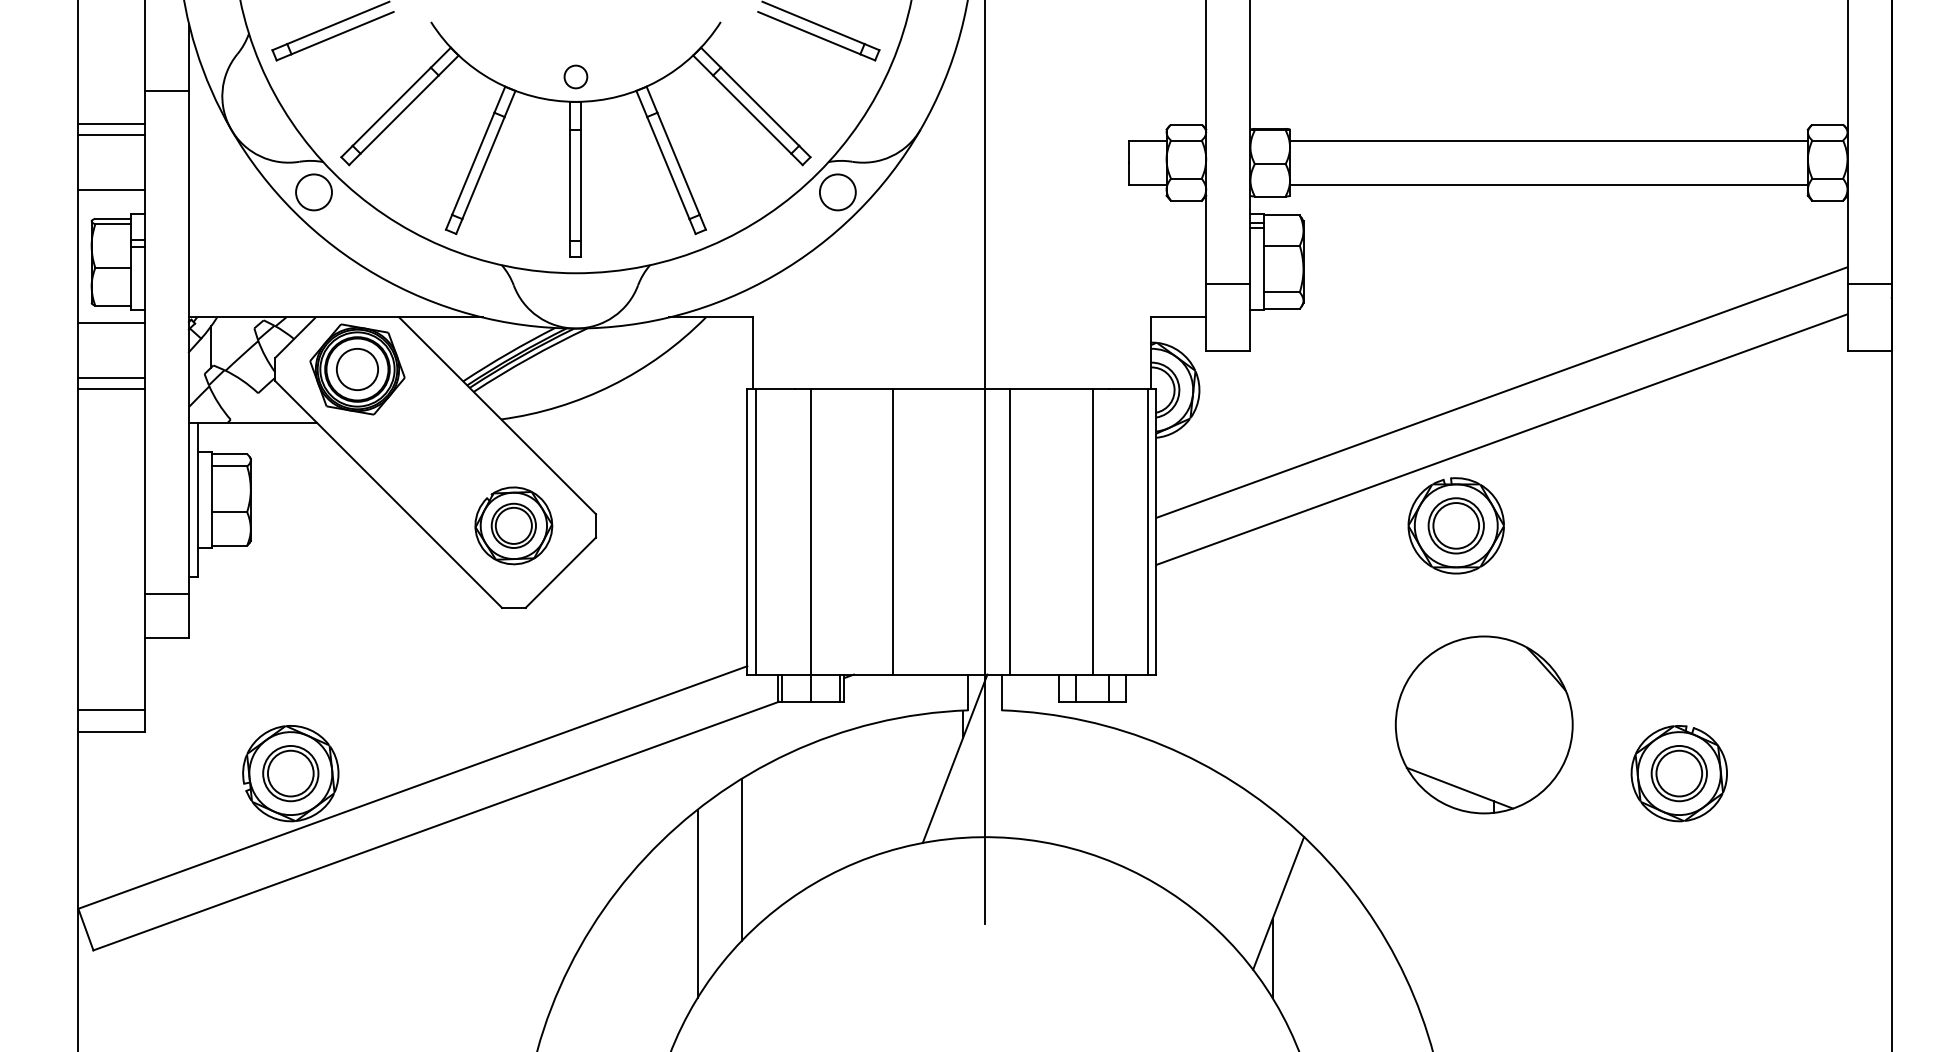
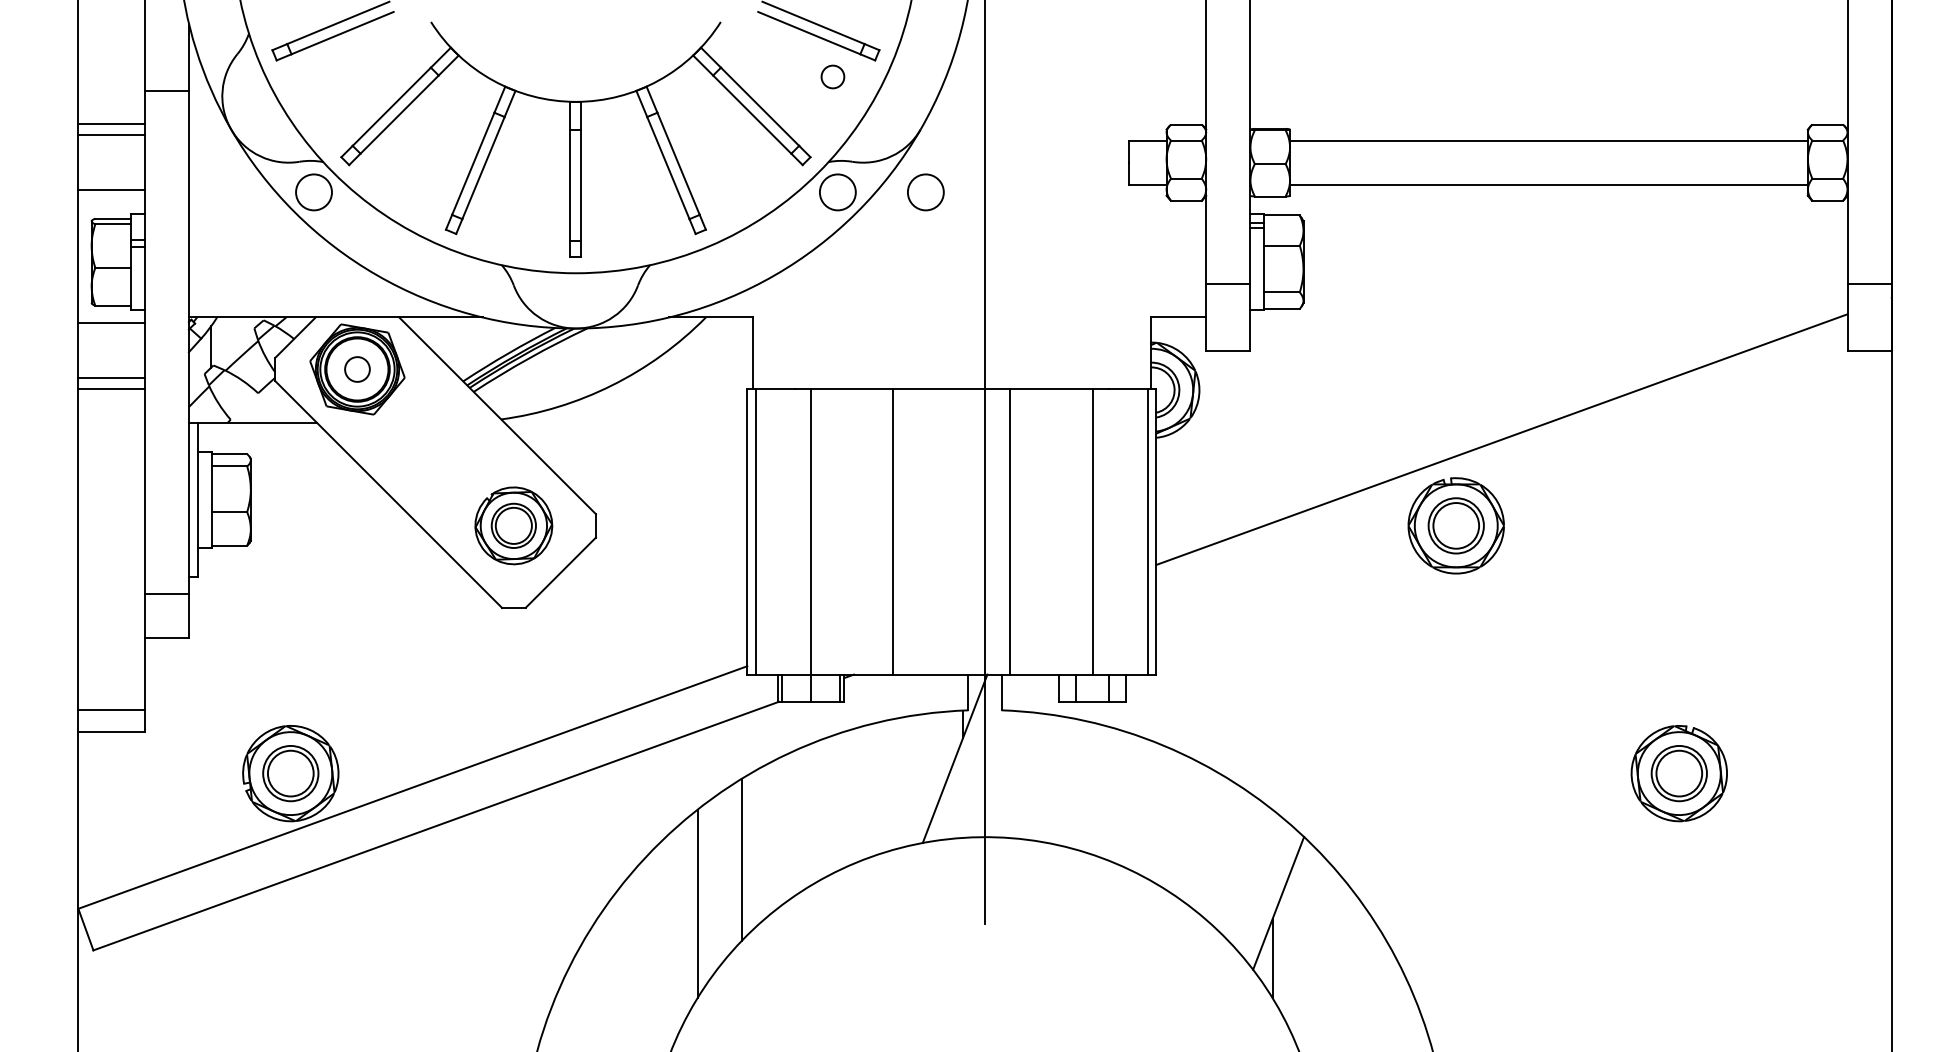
circle at (575, 76) position: (575, 76) -> (832, 76)
circle at (925, 192): none -> present
circle at (357, 369) diameter: 41 px -> 25 px
line at (1501, 392): present -> none
part at (1483, 724): present -> none
